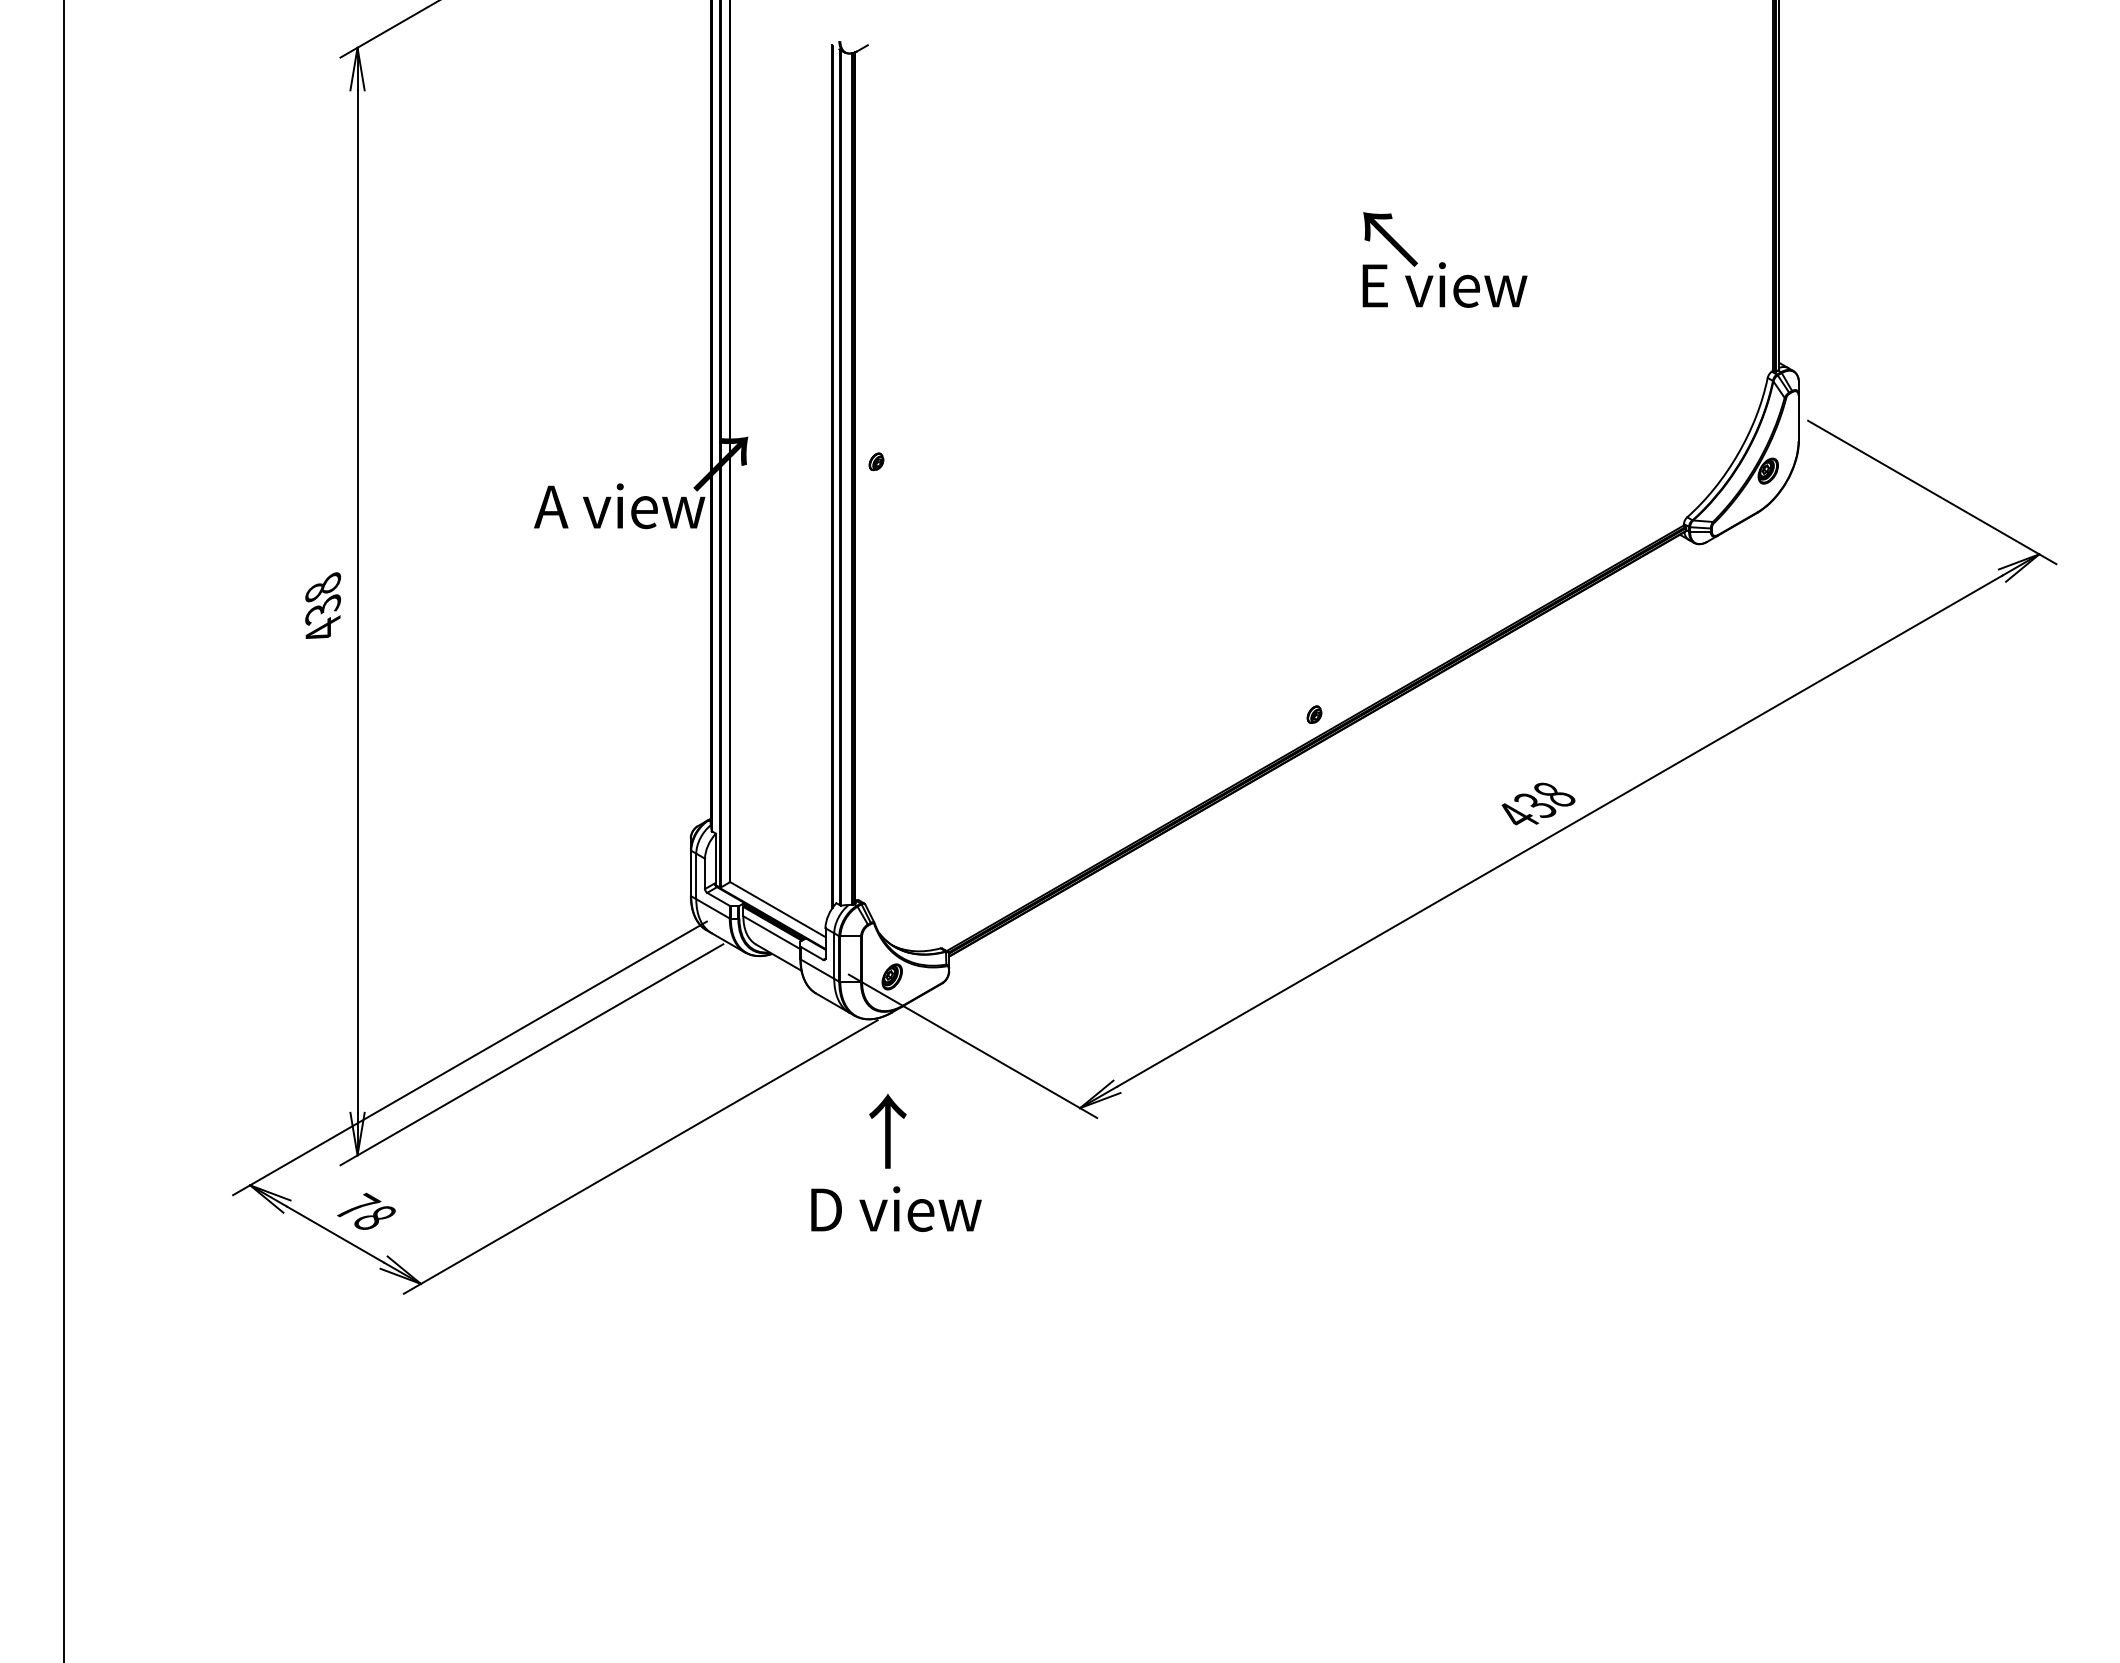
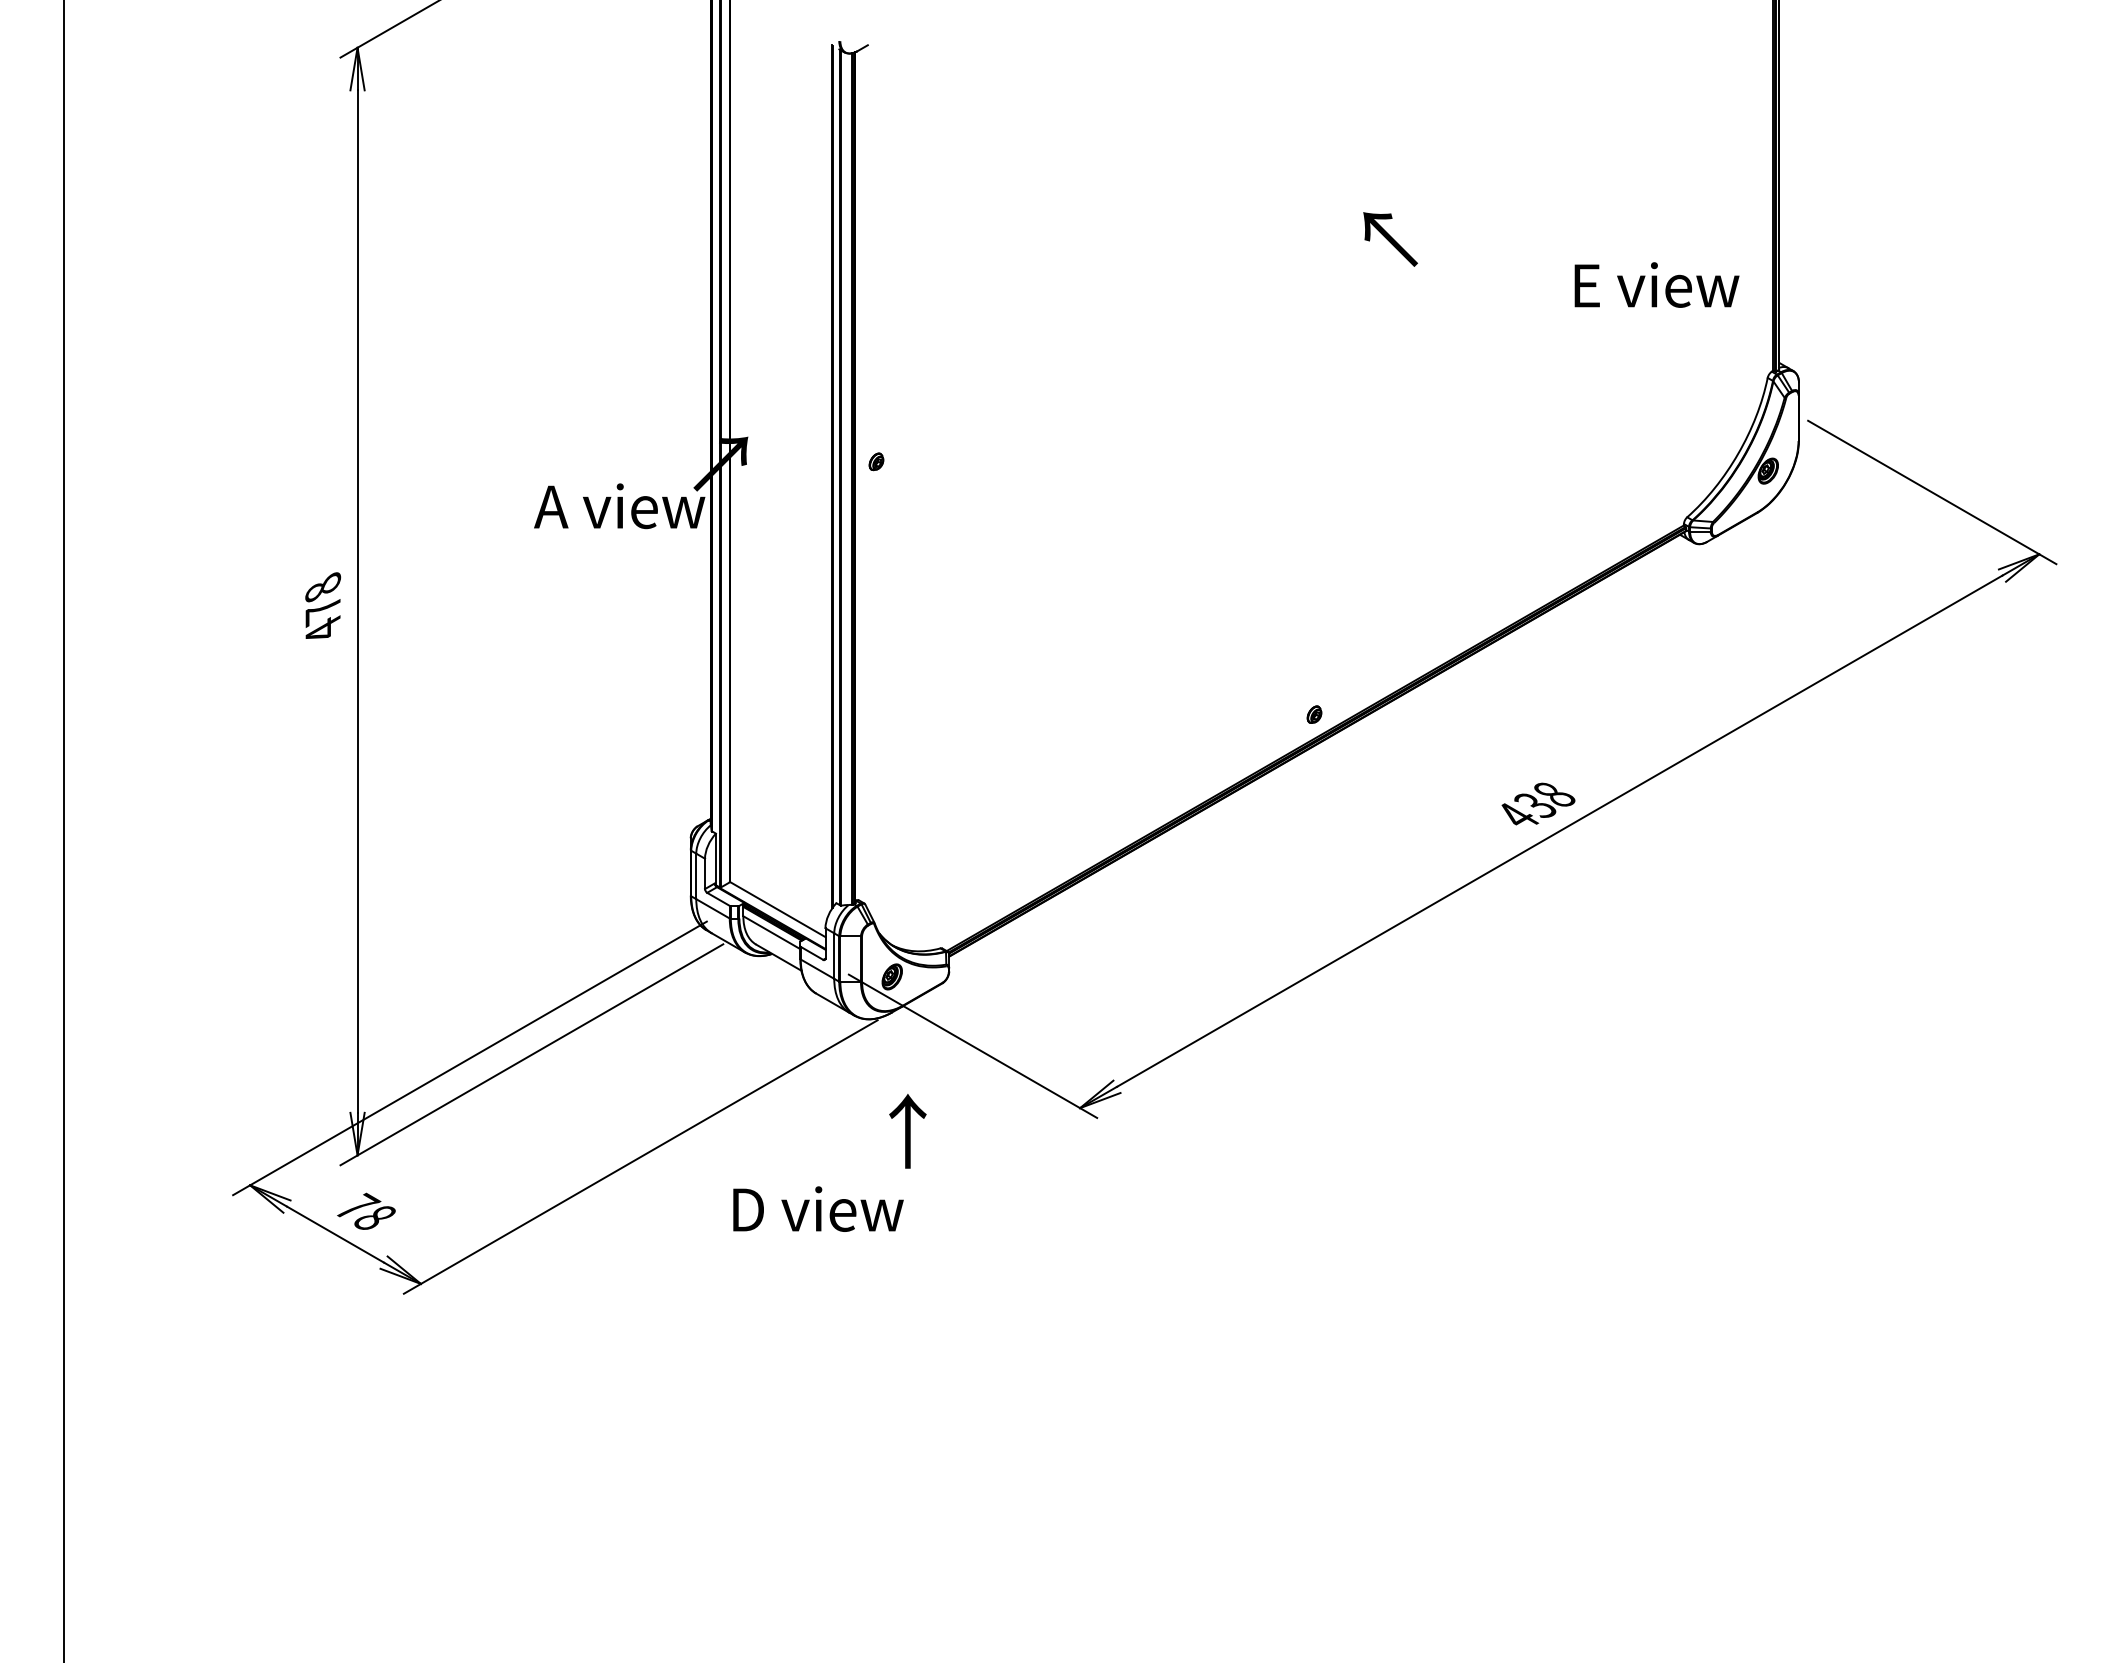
text at (1444, 284) position: (1444, 284) -> (1656, 284)
text at (323, 610): 438 -> 478
text at (887, 1131) position: (887, 1131) -> (907, 1131)
text at (896, 1208) position: (896, 1208) -> (818, 1208)
